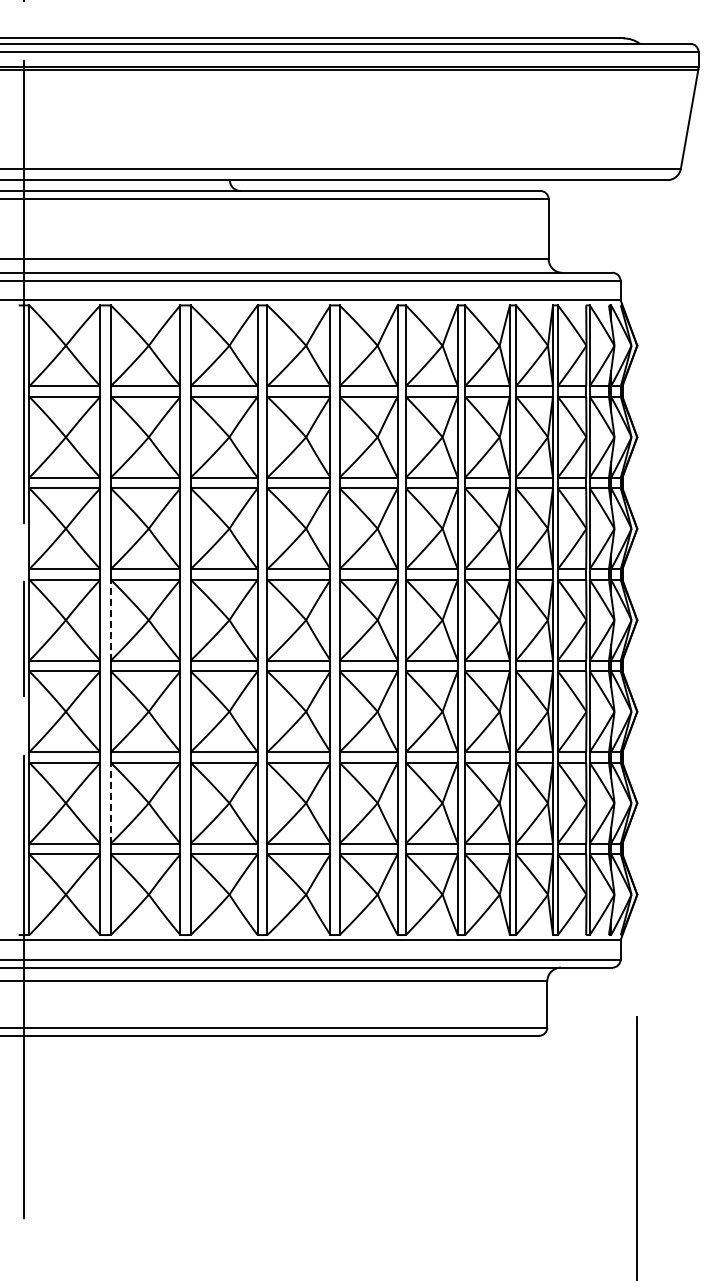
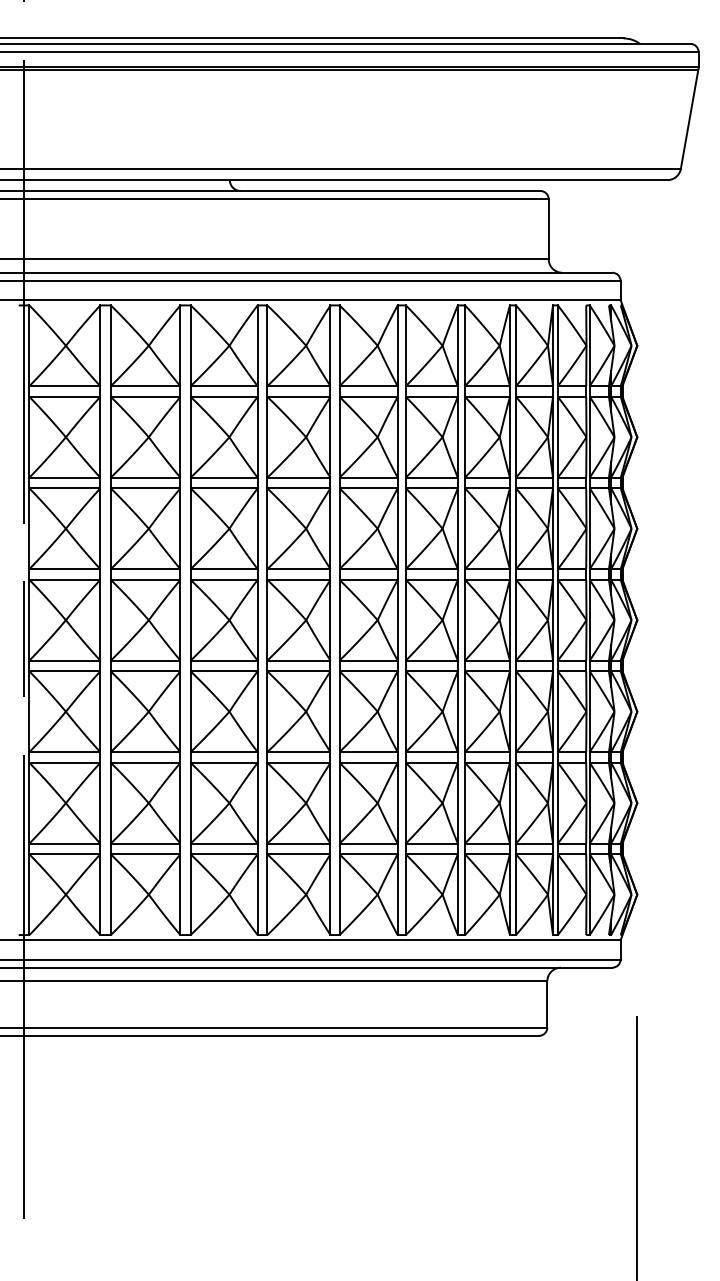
line at (110, 619): dashed -> solid
line at (110, 802): dashed -> solid
